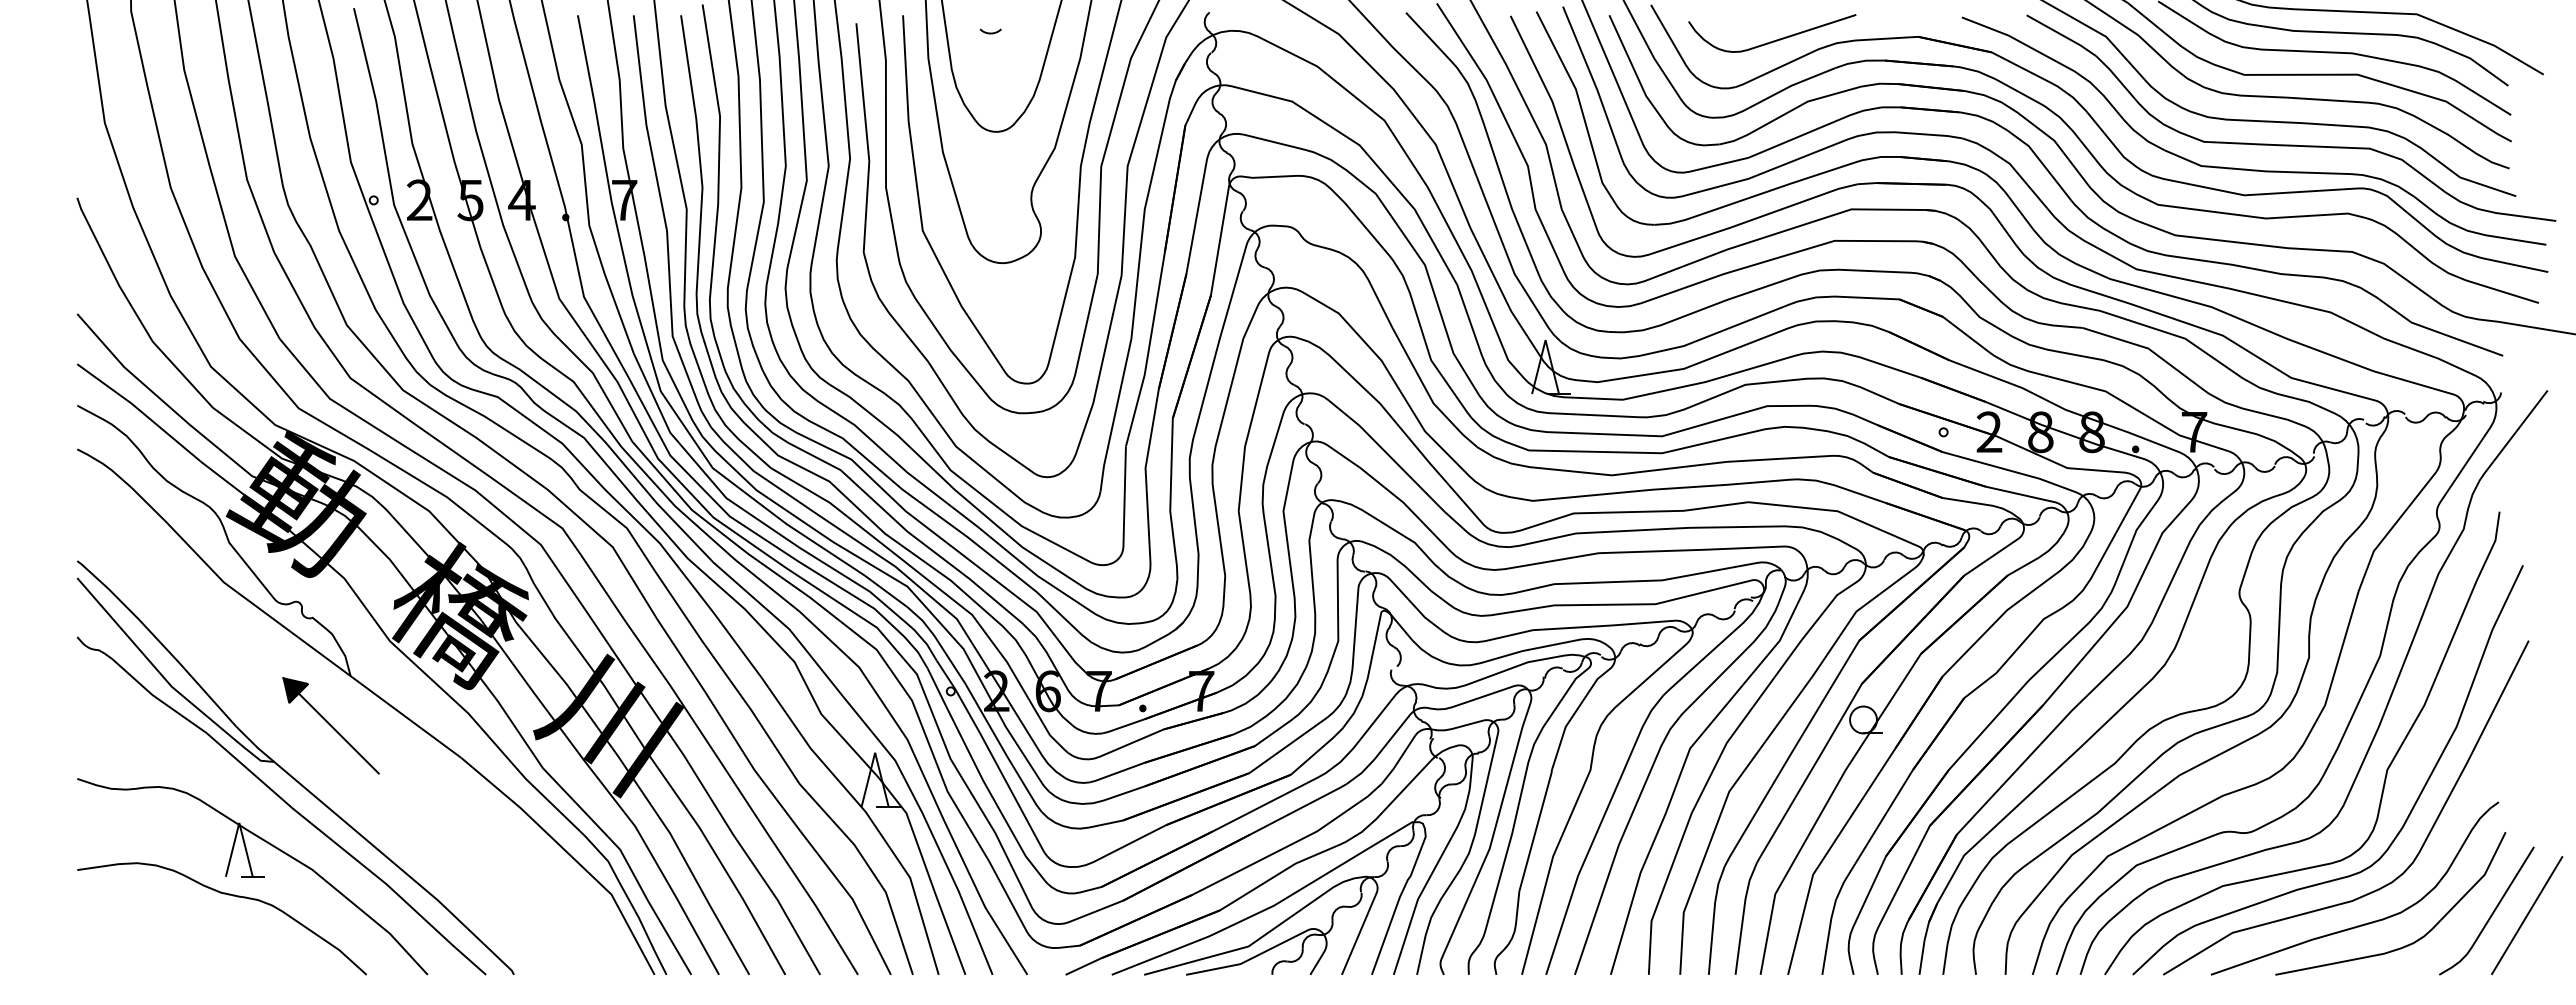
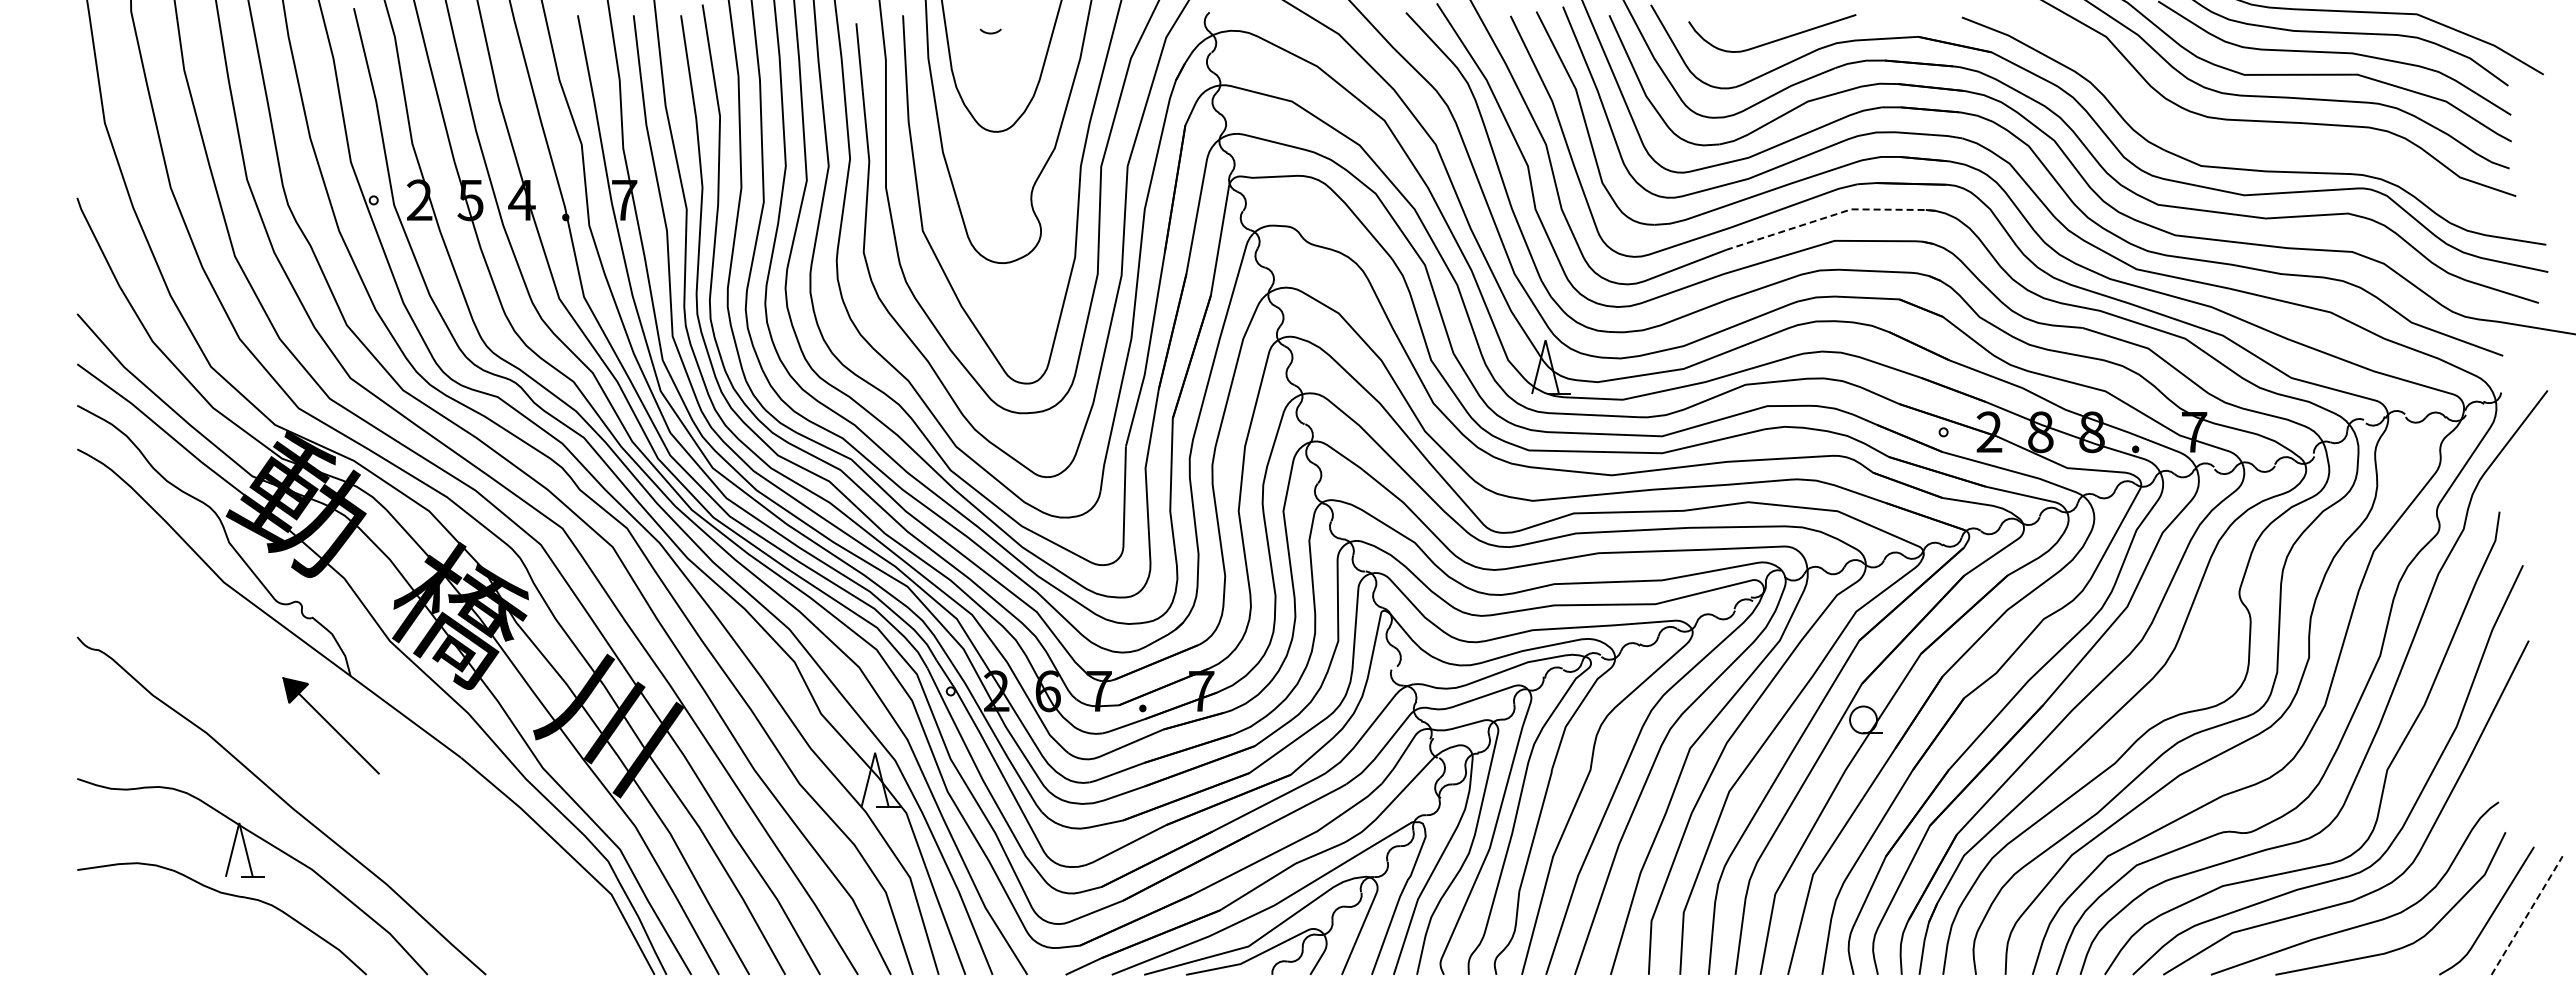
part at (2291, 144): present -> none
line at (1830, 216): solid -> dashed
part at (289, 773): present -> none
line at (2527, 915): solid -> dashed
